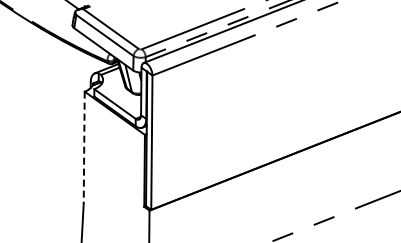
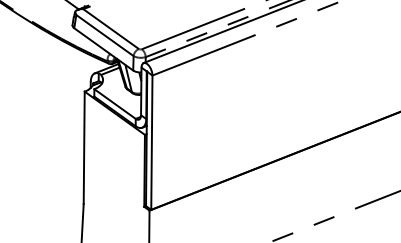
line at (84, 148): dashed -> solid
